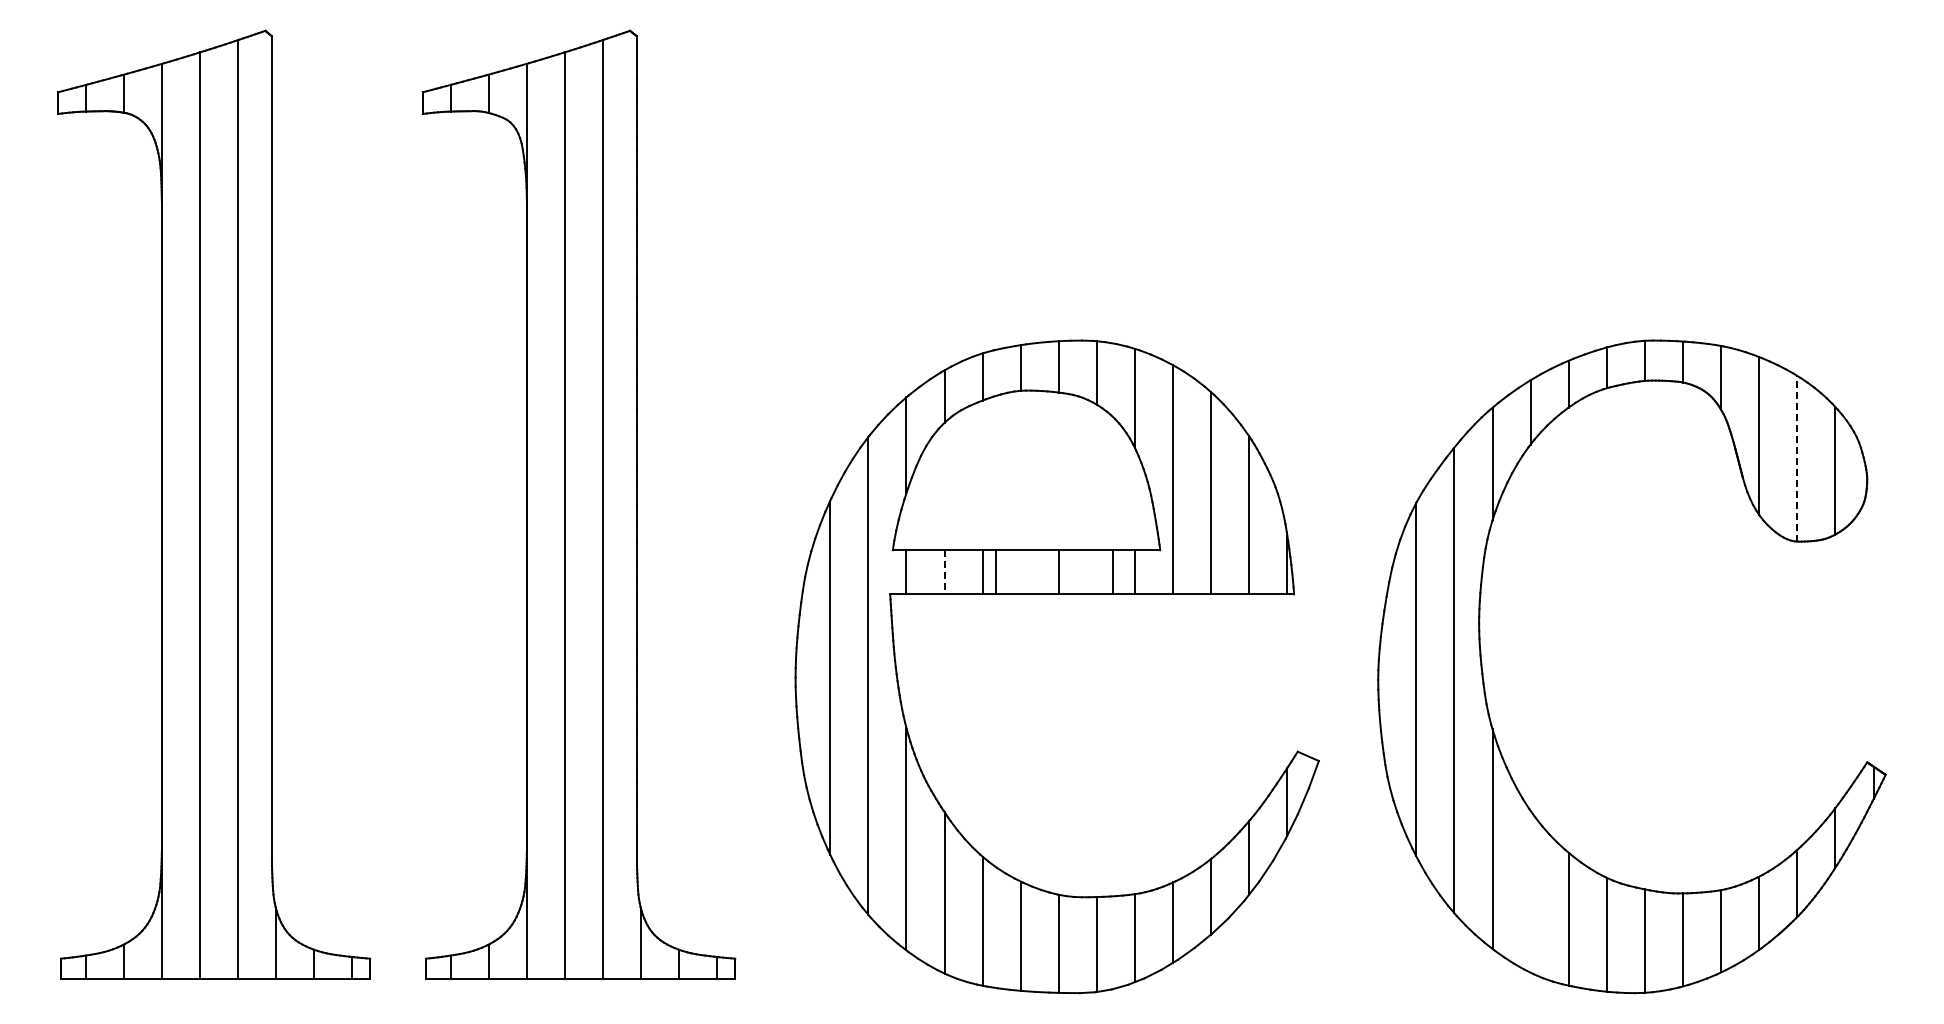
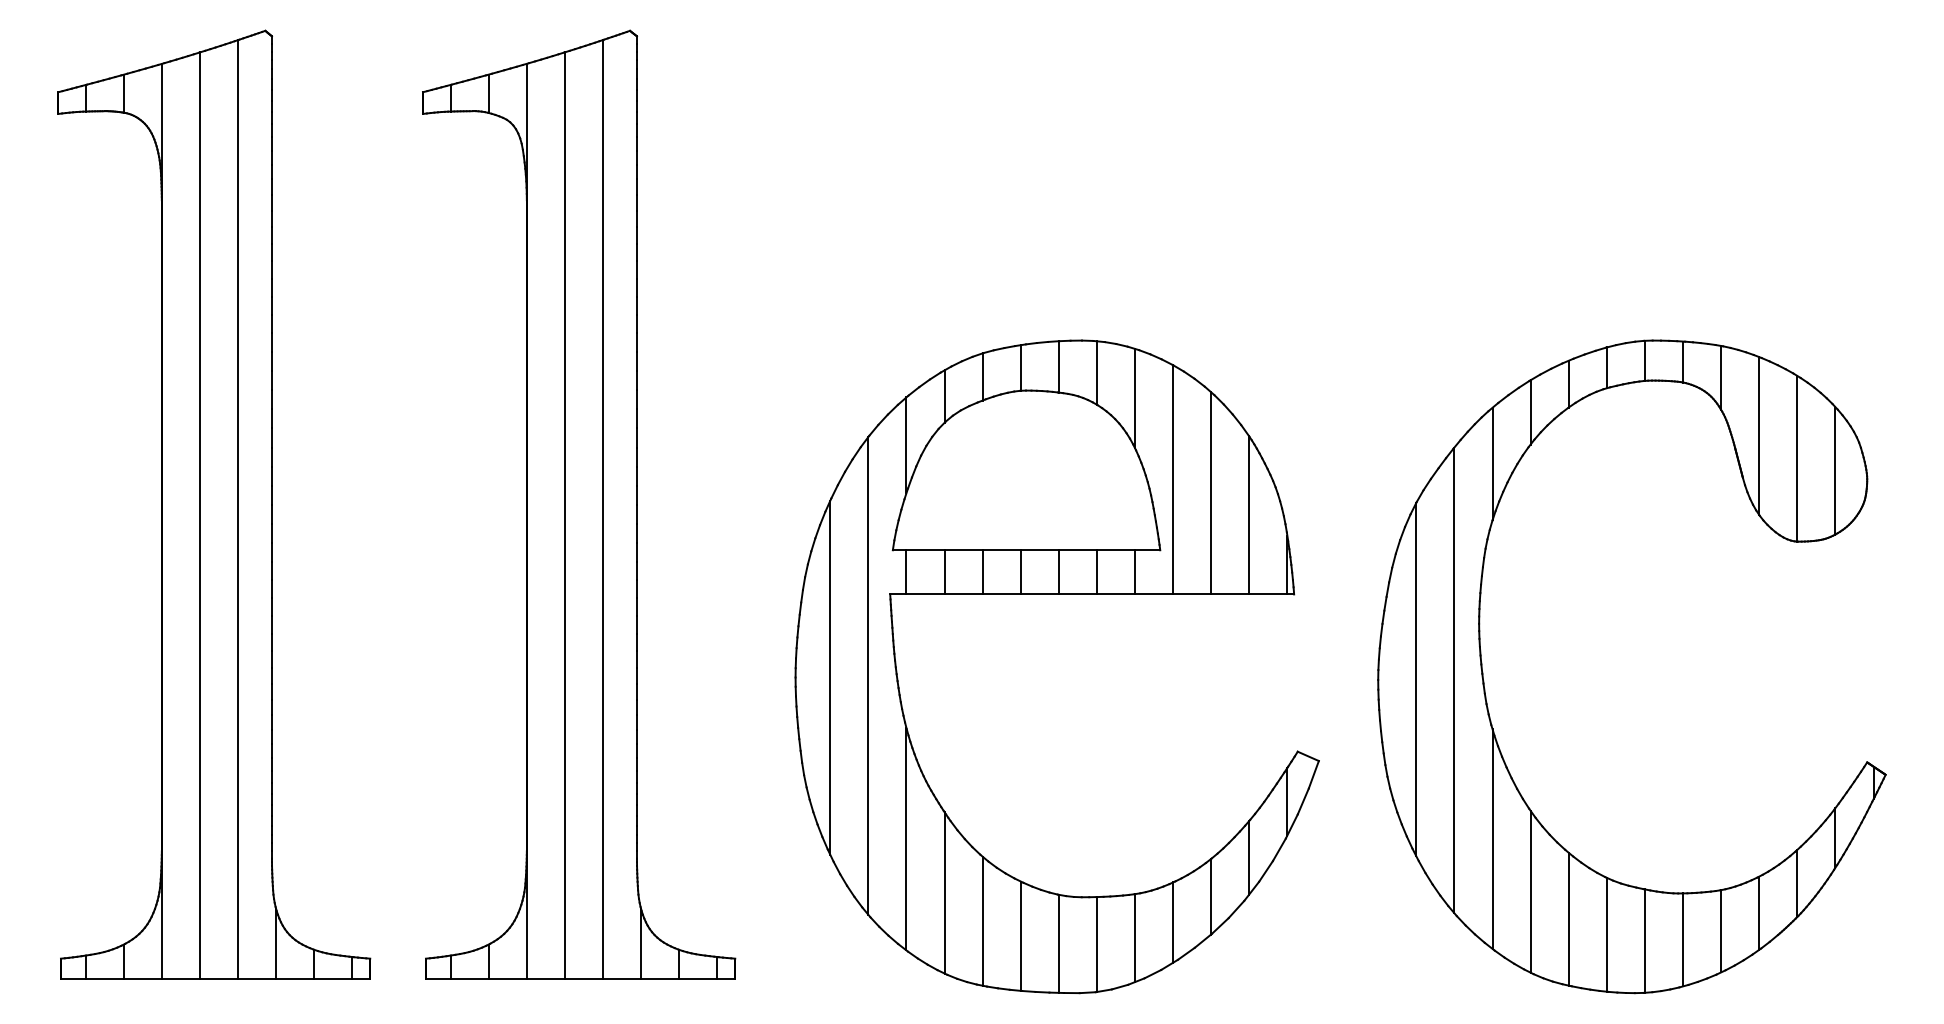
line at (1797, 458): dashed -> solid
line at (944, 572): dashed -> solid
line at (995, 572) position: (995, 572) -> (1020, 572)
line at (1112, 572) position: (1112, 572) -> (1096, 572)
line at (1530, 891): none -> present
